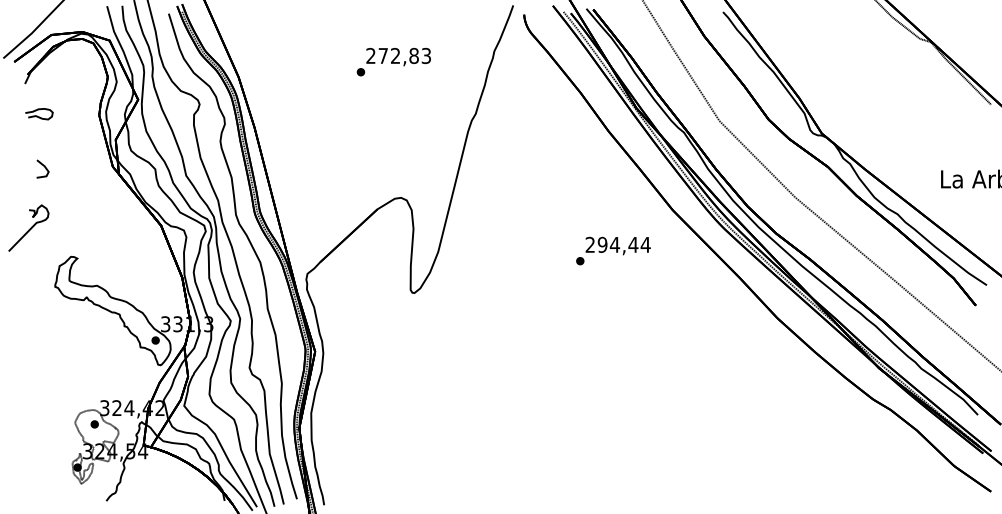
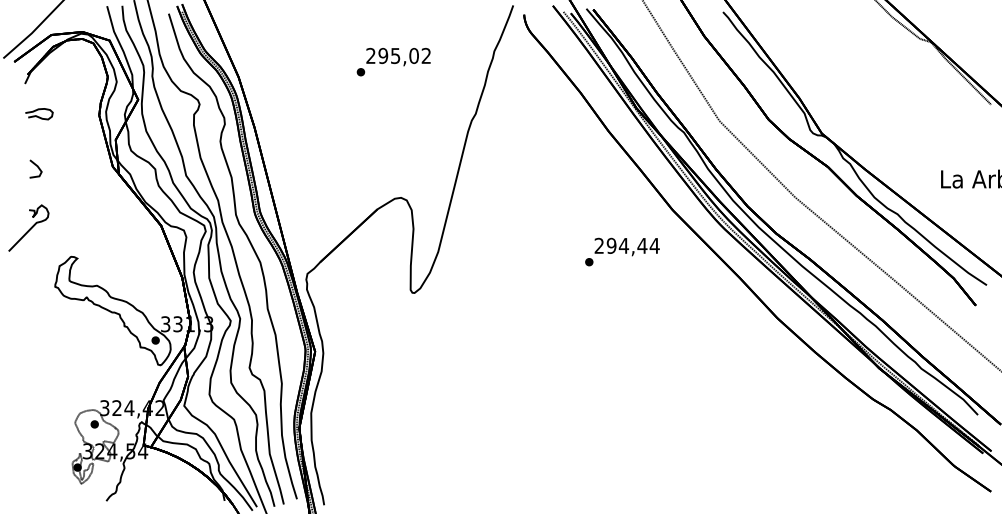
text at (404, 55): 272,83 -> 295,02
line at (43, 166) position: (43, 166) -> (36, 166)
text at (613, 250) position: (613, 250) -> (622, 251)
